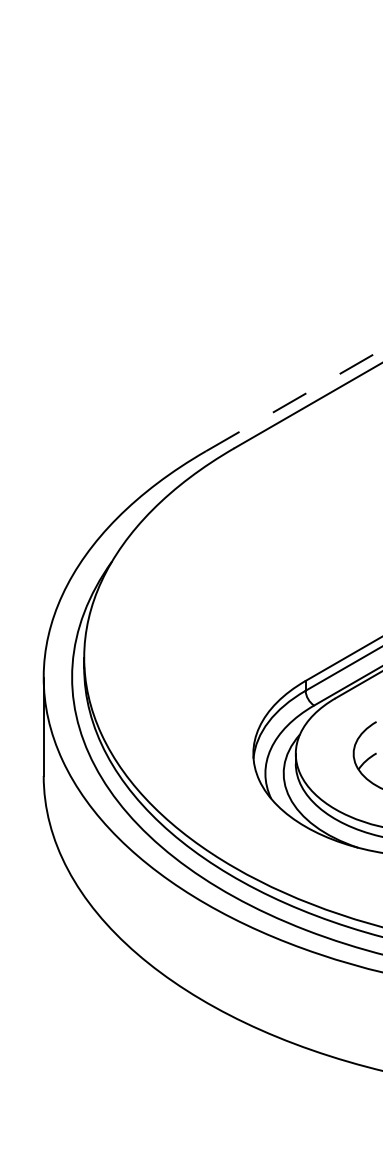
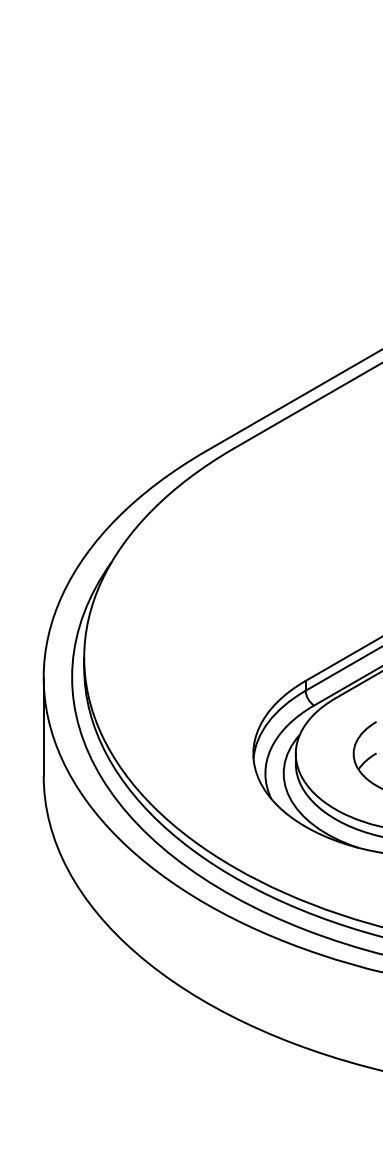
line at (294, 400): dashed -> solid
